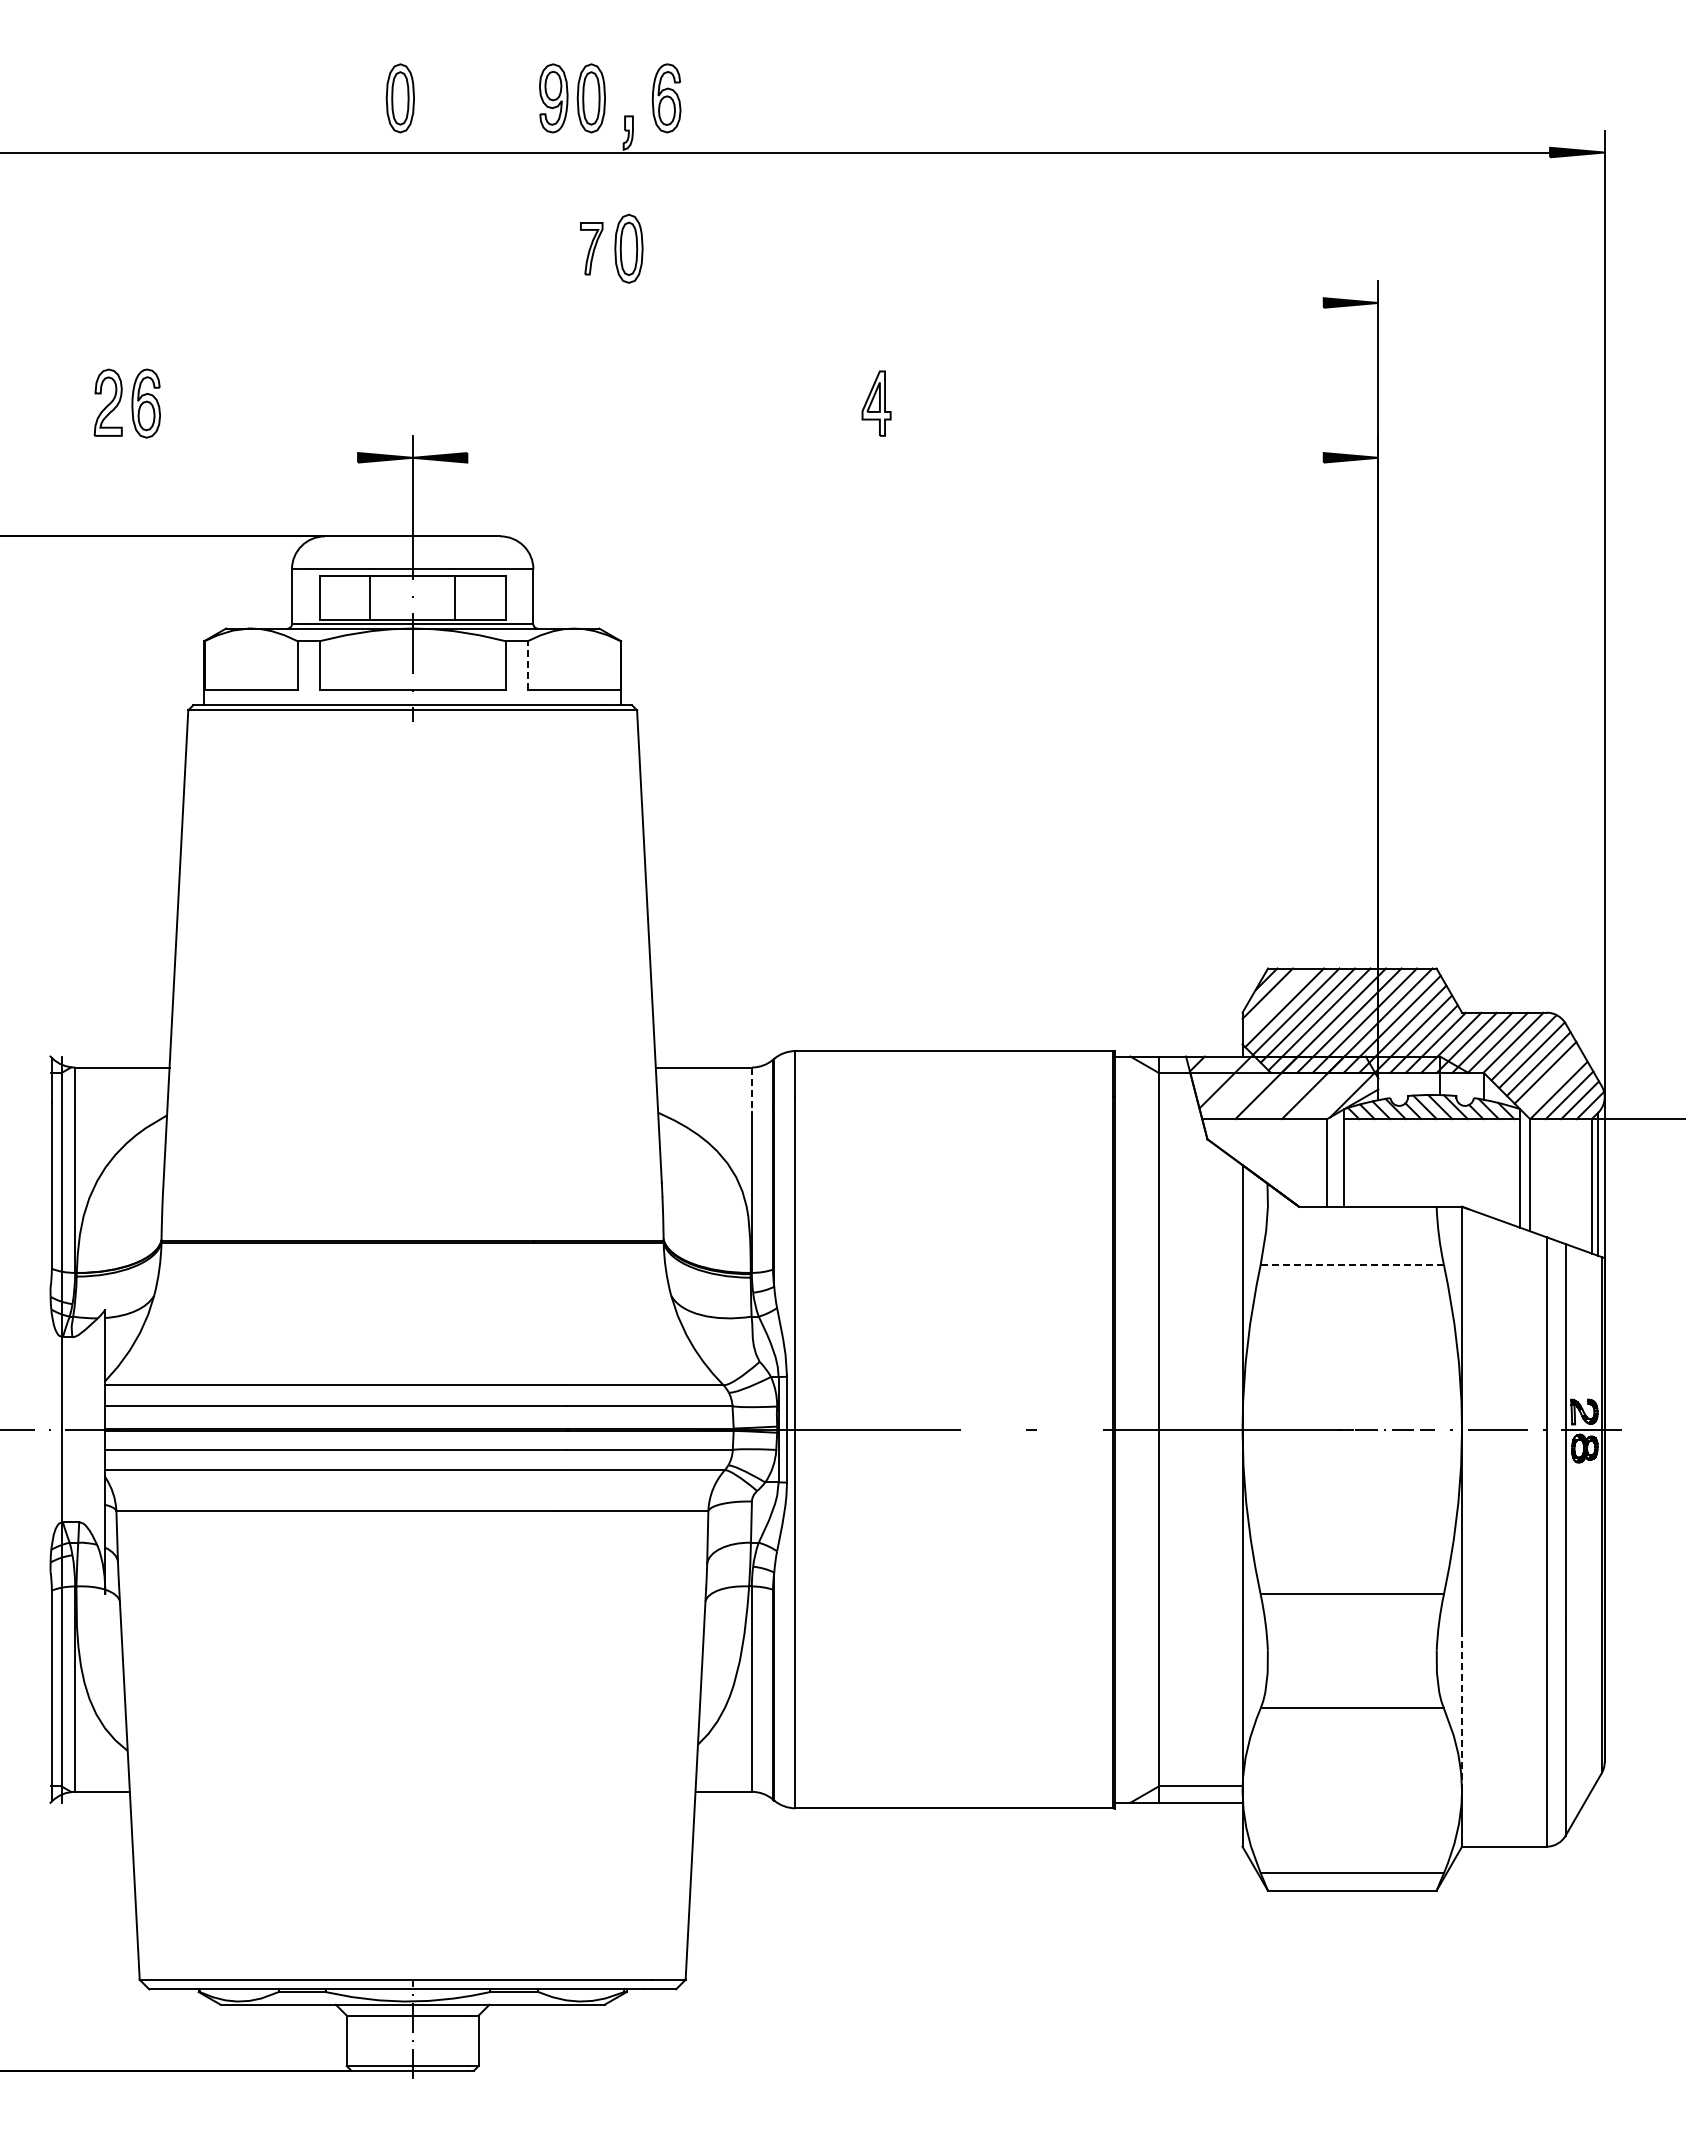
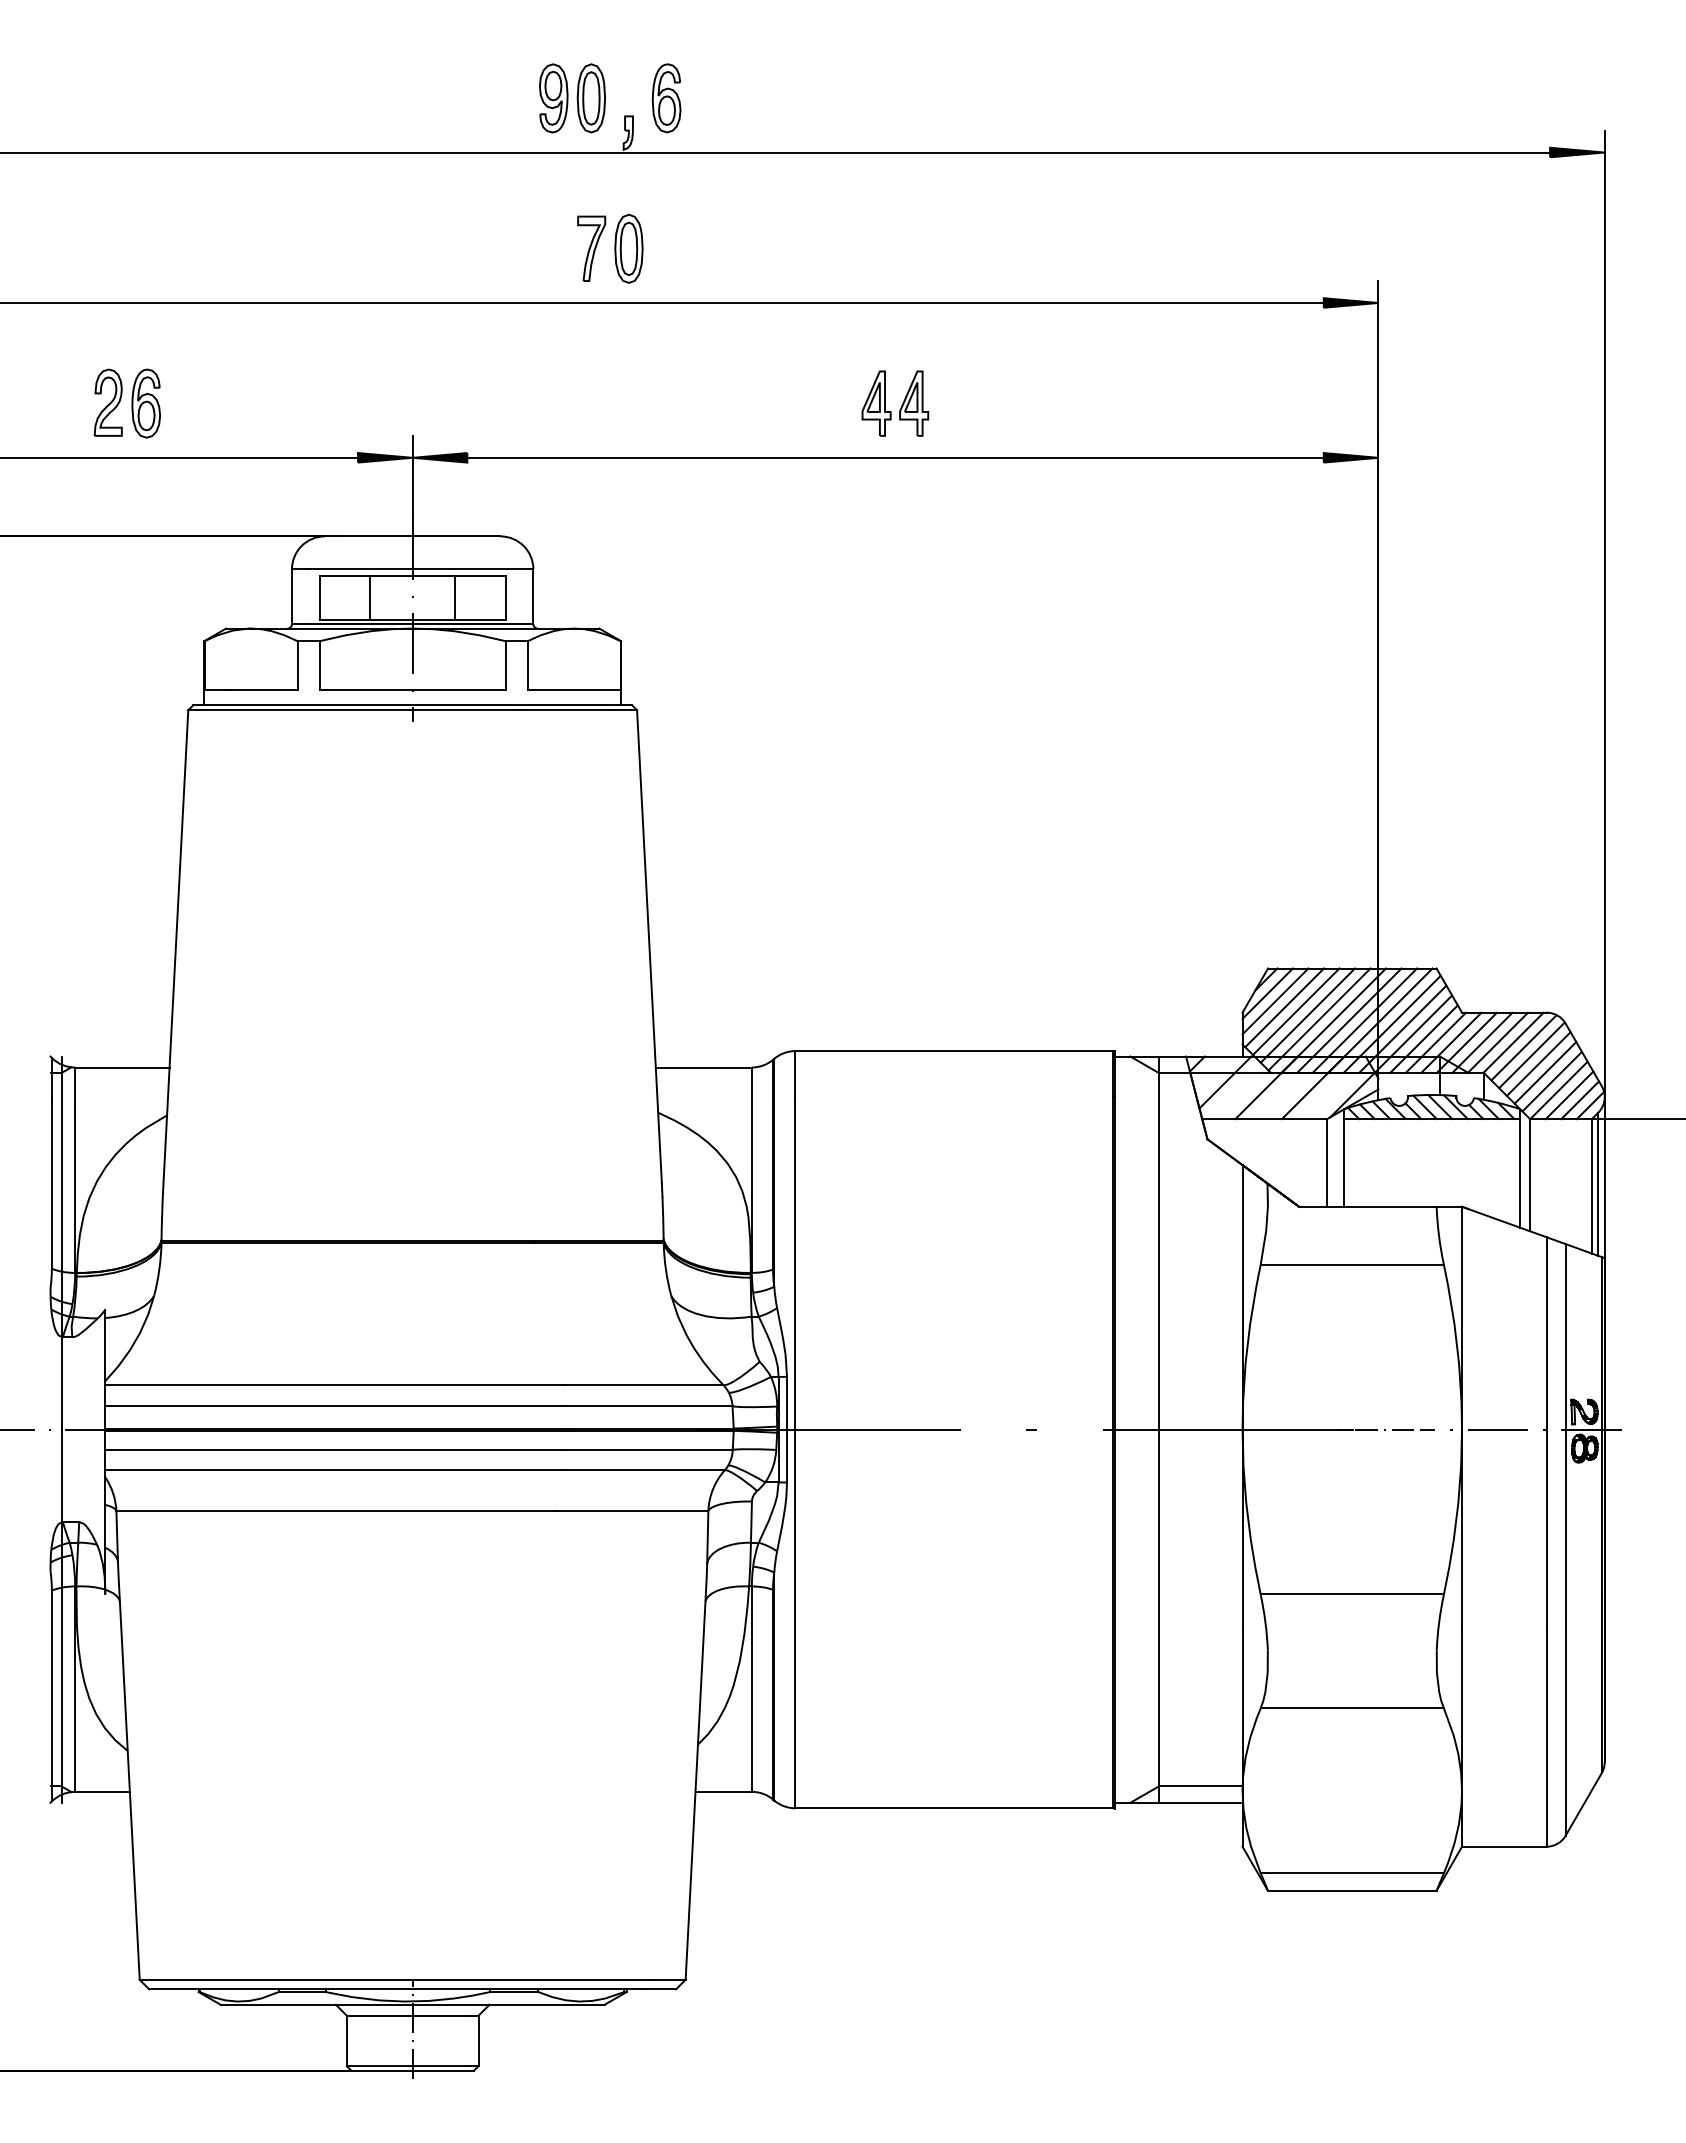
part at (399, 98): present -> none
part at (591, 248) size: 24x54 px -> 30x67 px
line at (662, 302): none -> present
part at (914, 403): none -> present
line at (180, 457): none -> present
line at (895, 457): none -> present
line at (527, 665): dashed -> solid
line at (1275, 1001): none -> present
line at (1551, 1081): none -> present
line at (751, 1090): dashed -> solid
line at (1352, 1264): dashed -> solid
line at (1462, 1710): dashed -> solid
